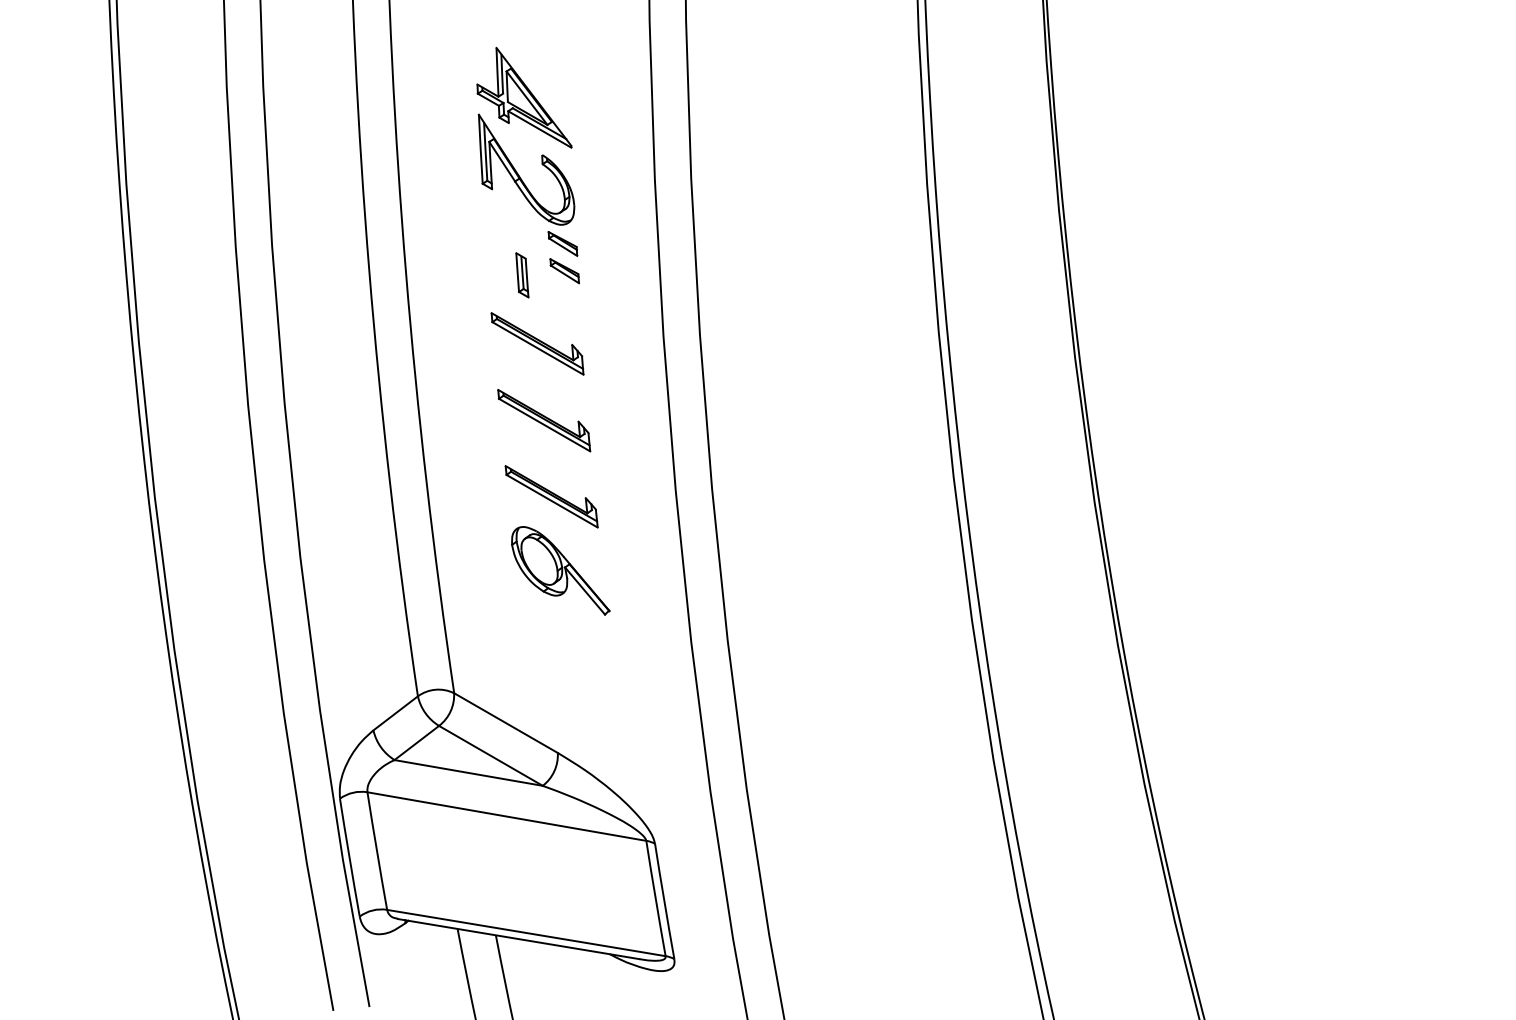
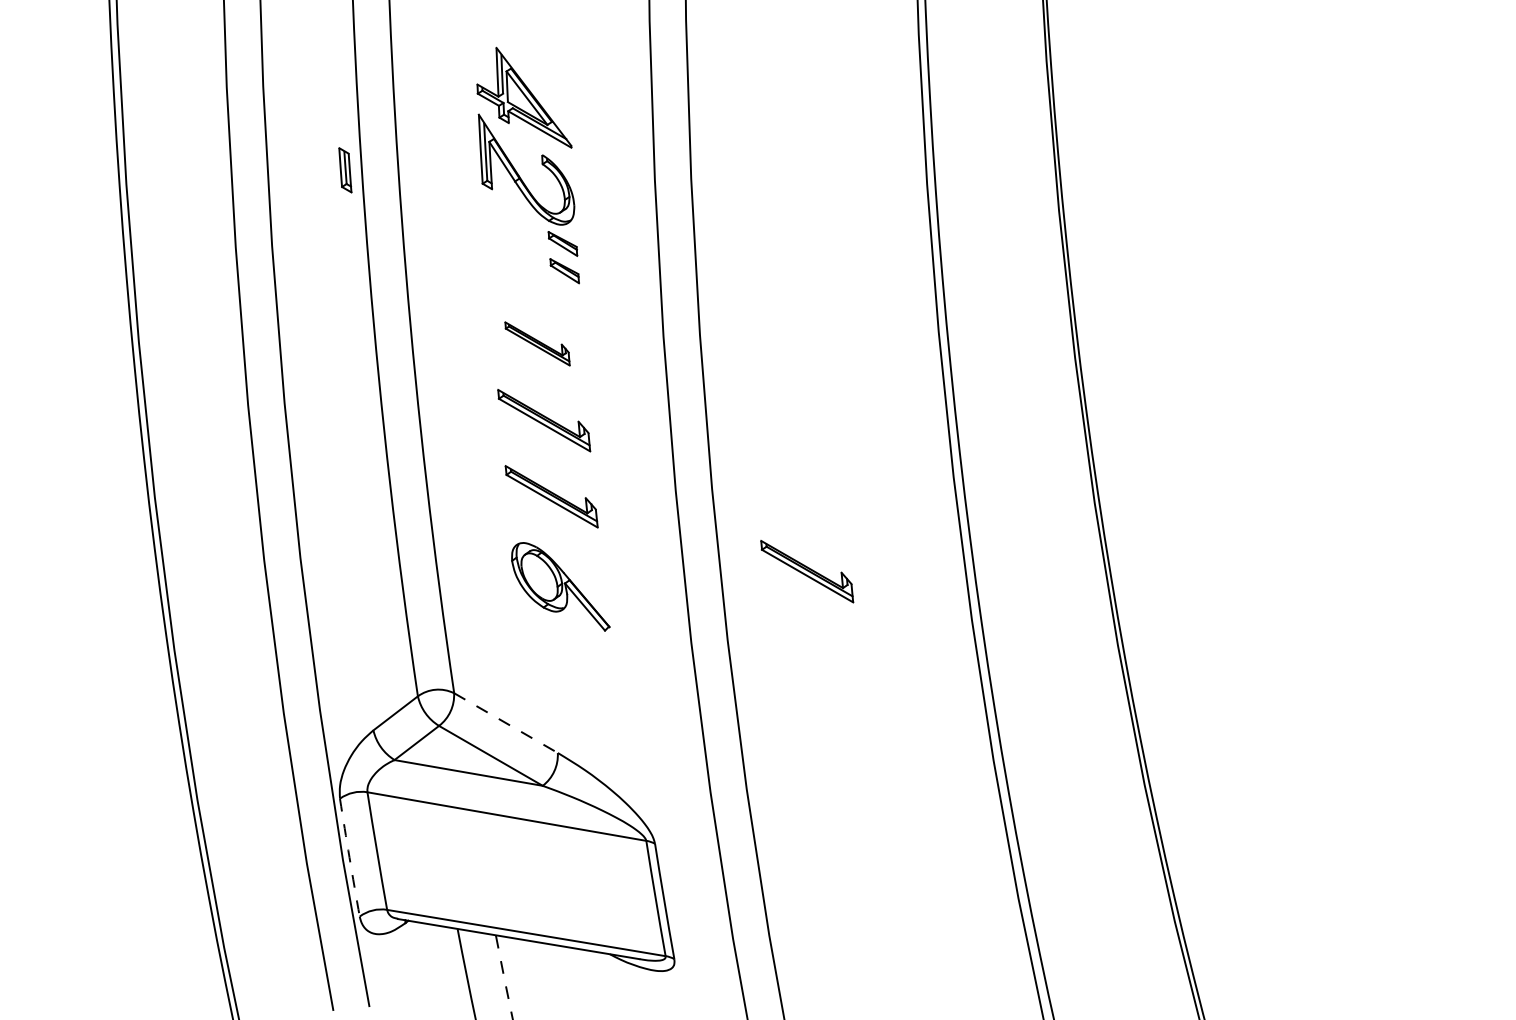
part at (522, 275) position: (522, 275) -> (345, 170)
part at (537, 343) size: 95x64 px -> 67x46 px
part at (560, 570) position: (560, 570) -> (560, 586)
part at (807, 571): none -> present
line at (506, 723): solid -> dashed
arc at (349, 857): solid -> dashed
arc at (504, 977): solid -> dashed
